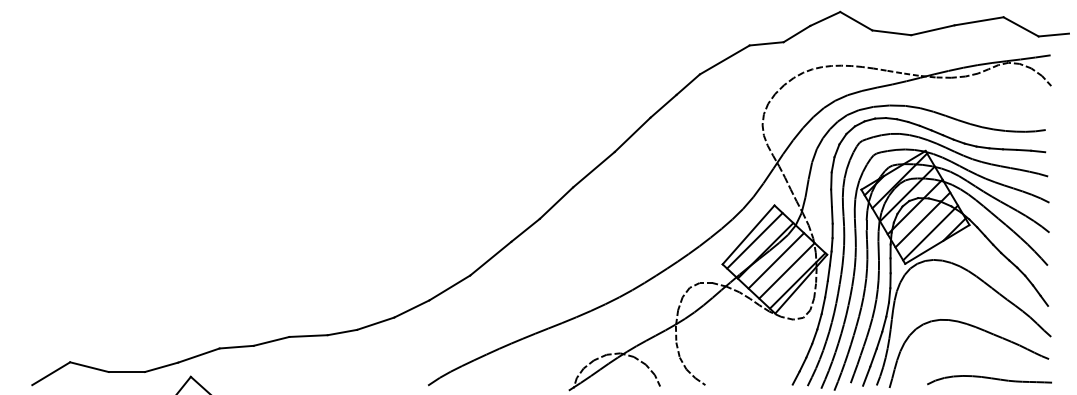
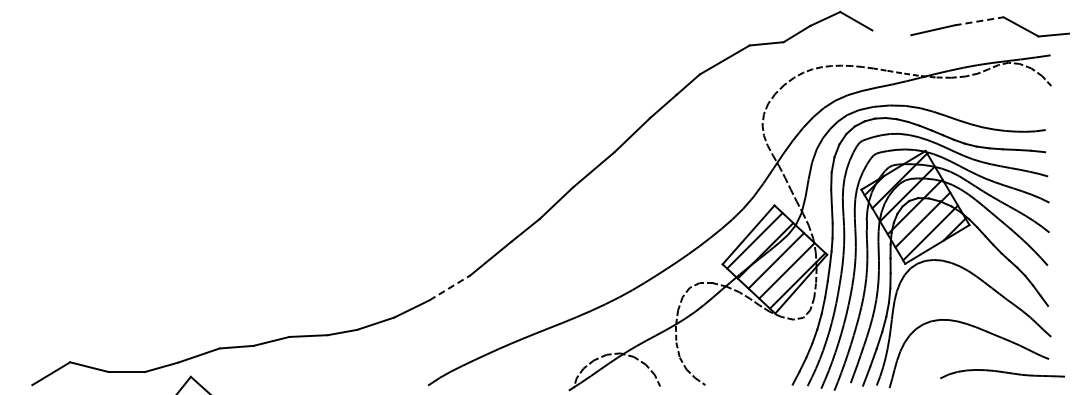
line at (979, 21): solid -> dashed
line at (891, 32): present -> none
line at (449, 287): solid -> dashed
part at (989, 380) position: (989, 380) -> (1002, 374)
